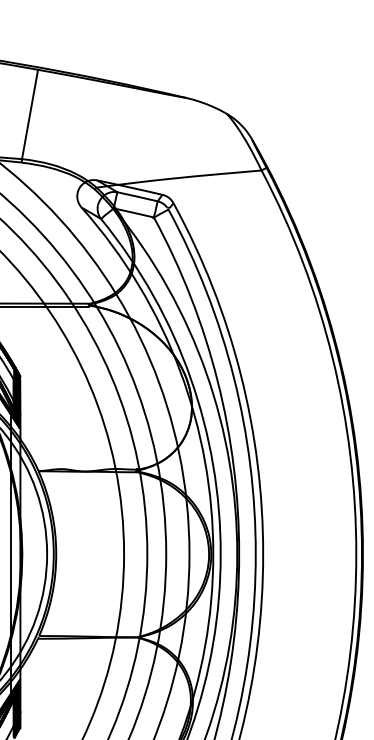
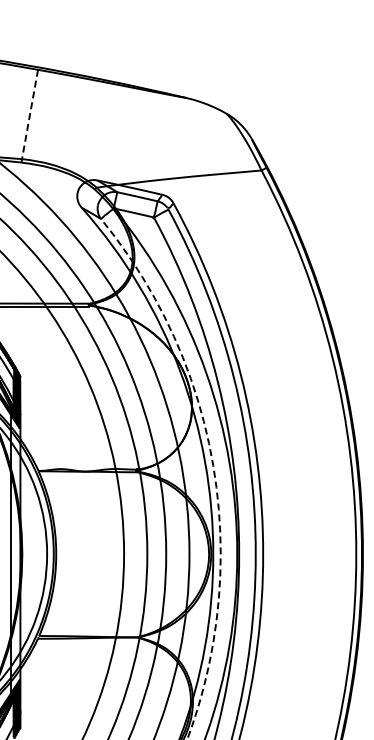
line at (29, 114): solid -> dashed
arc at (213, 468): solid -> dashed
